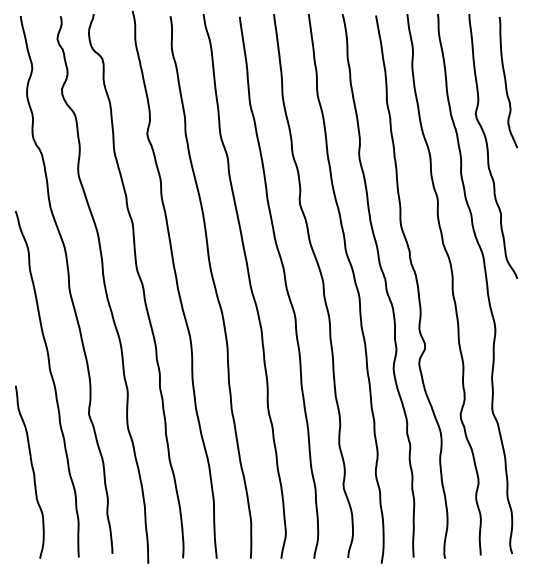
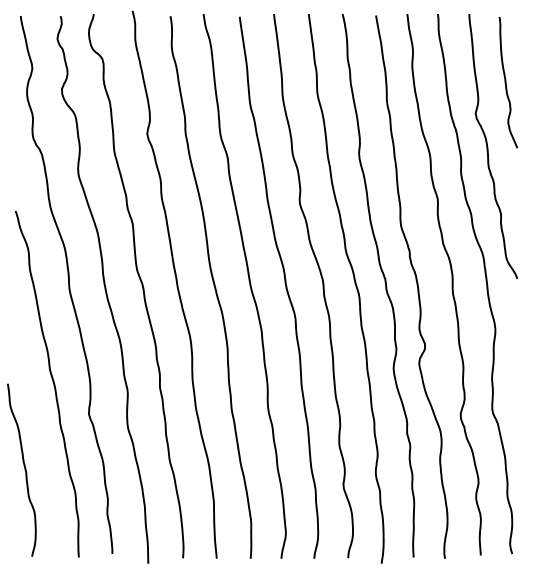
curve at (32, 471) position: (32, 471) -> (24, 469)
